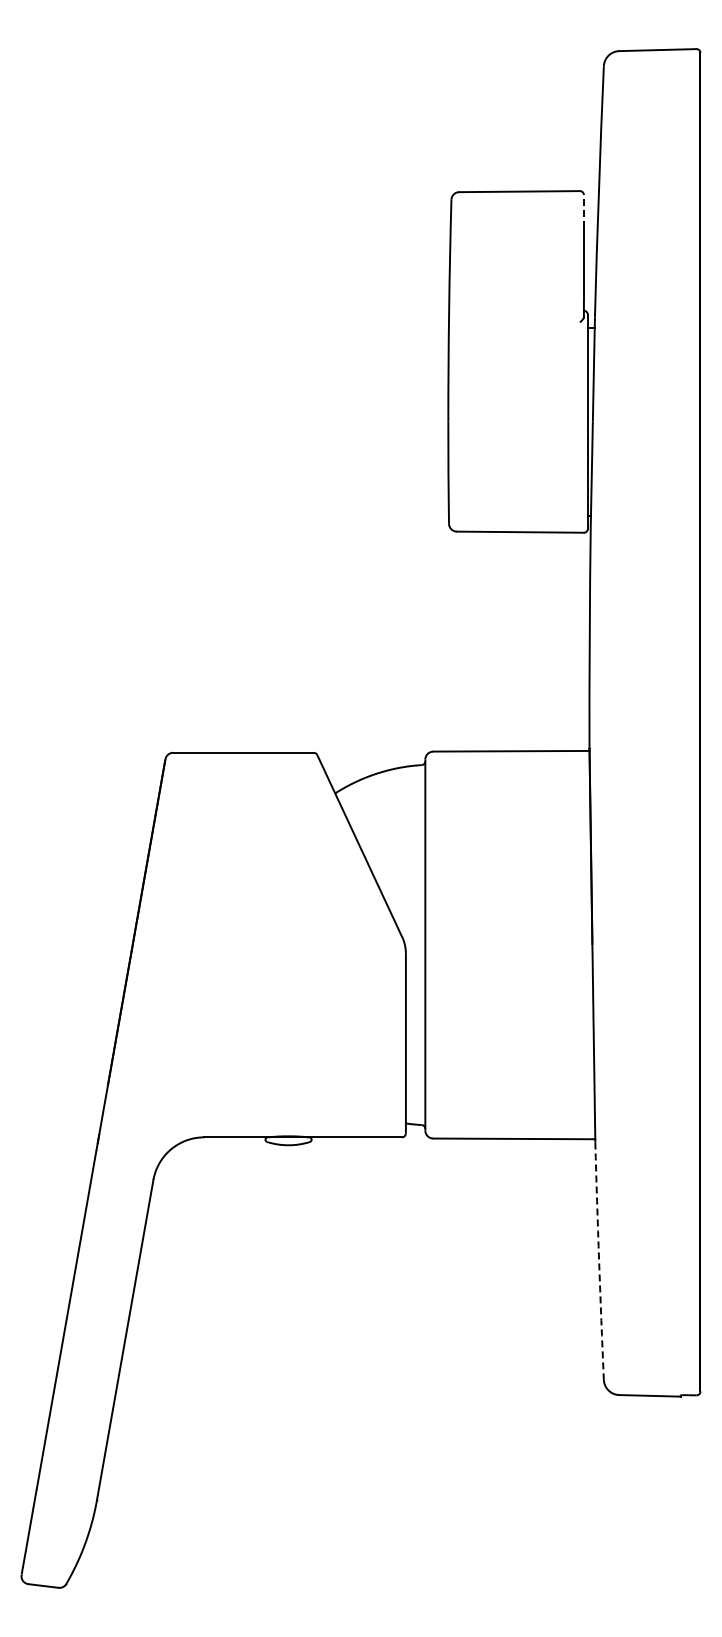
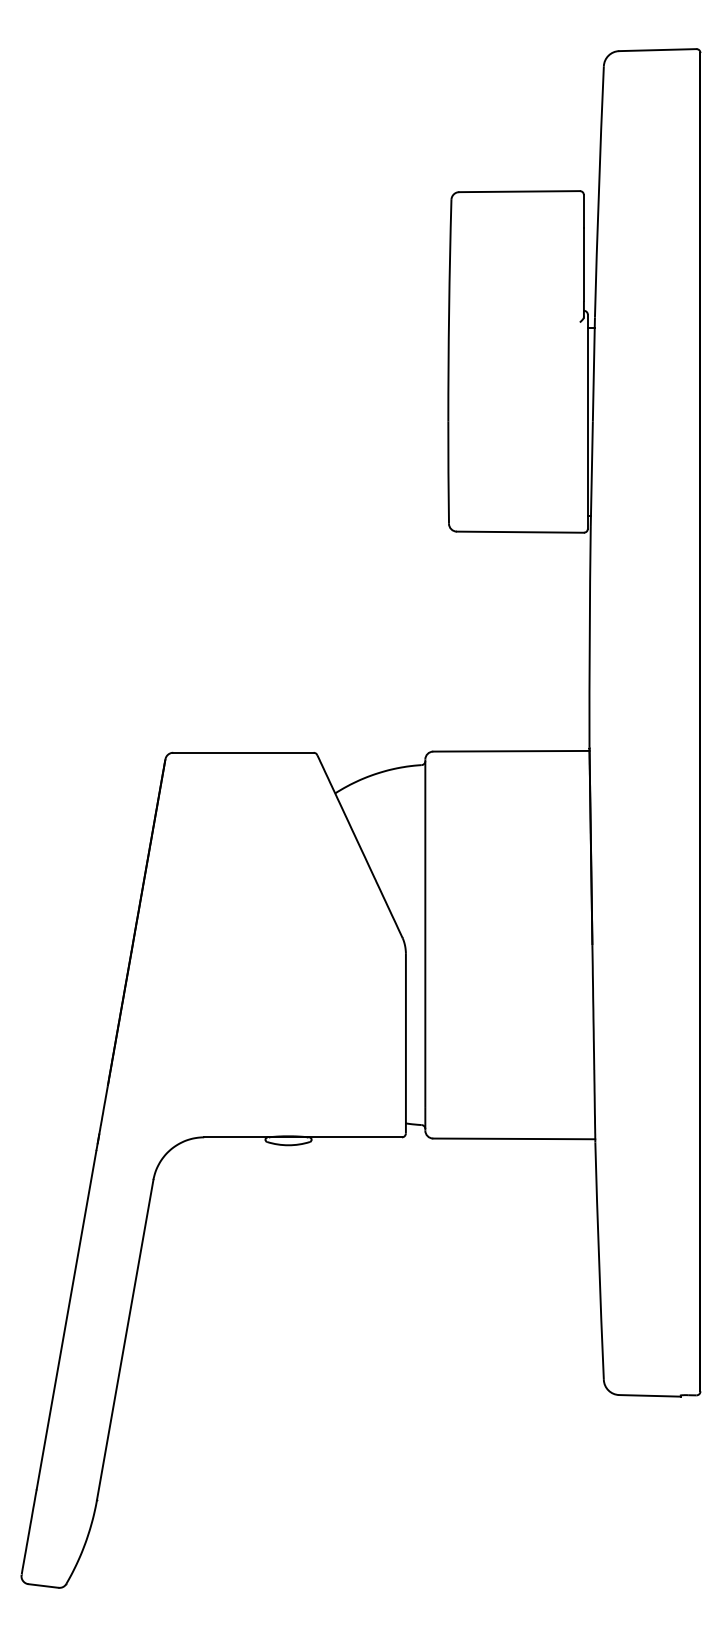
line at (583, 210): dashed -> solid
arc at (599, 1261): dashed -> solid
